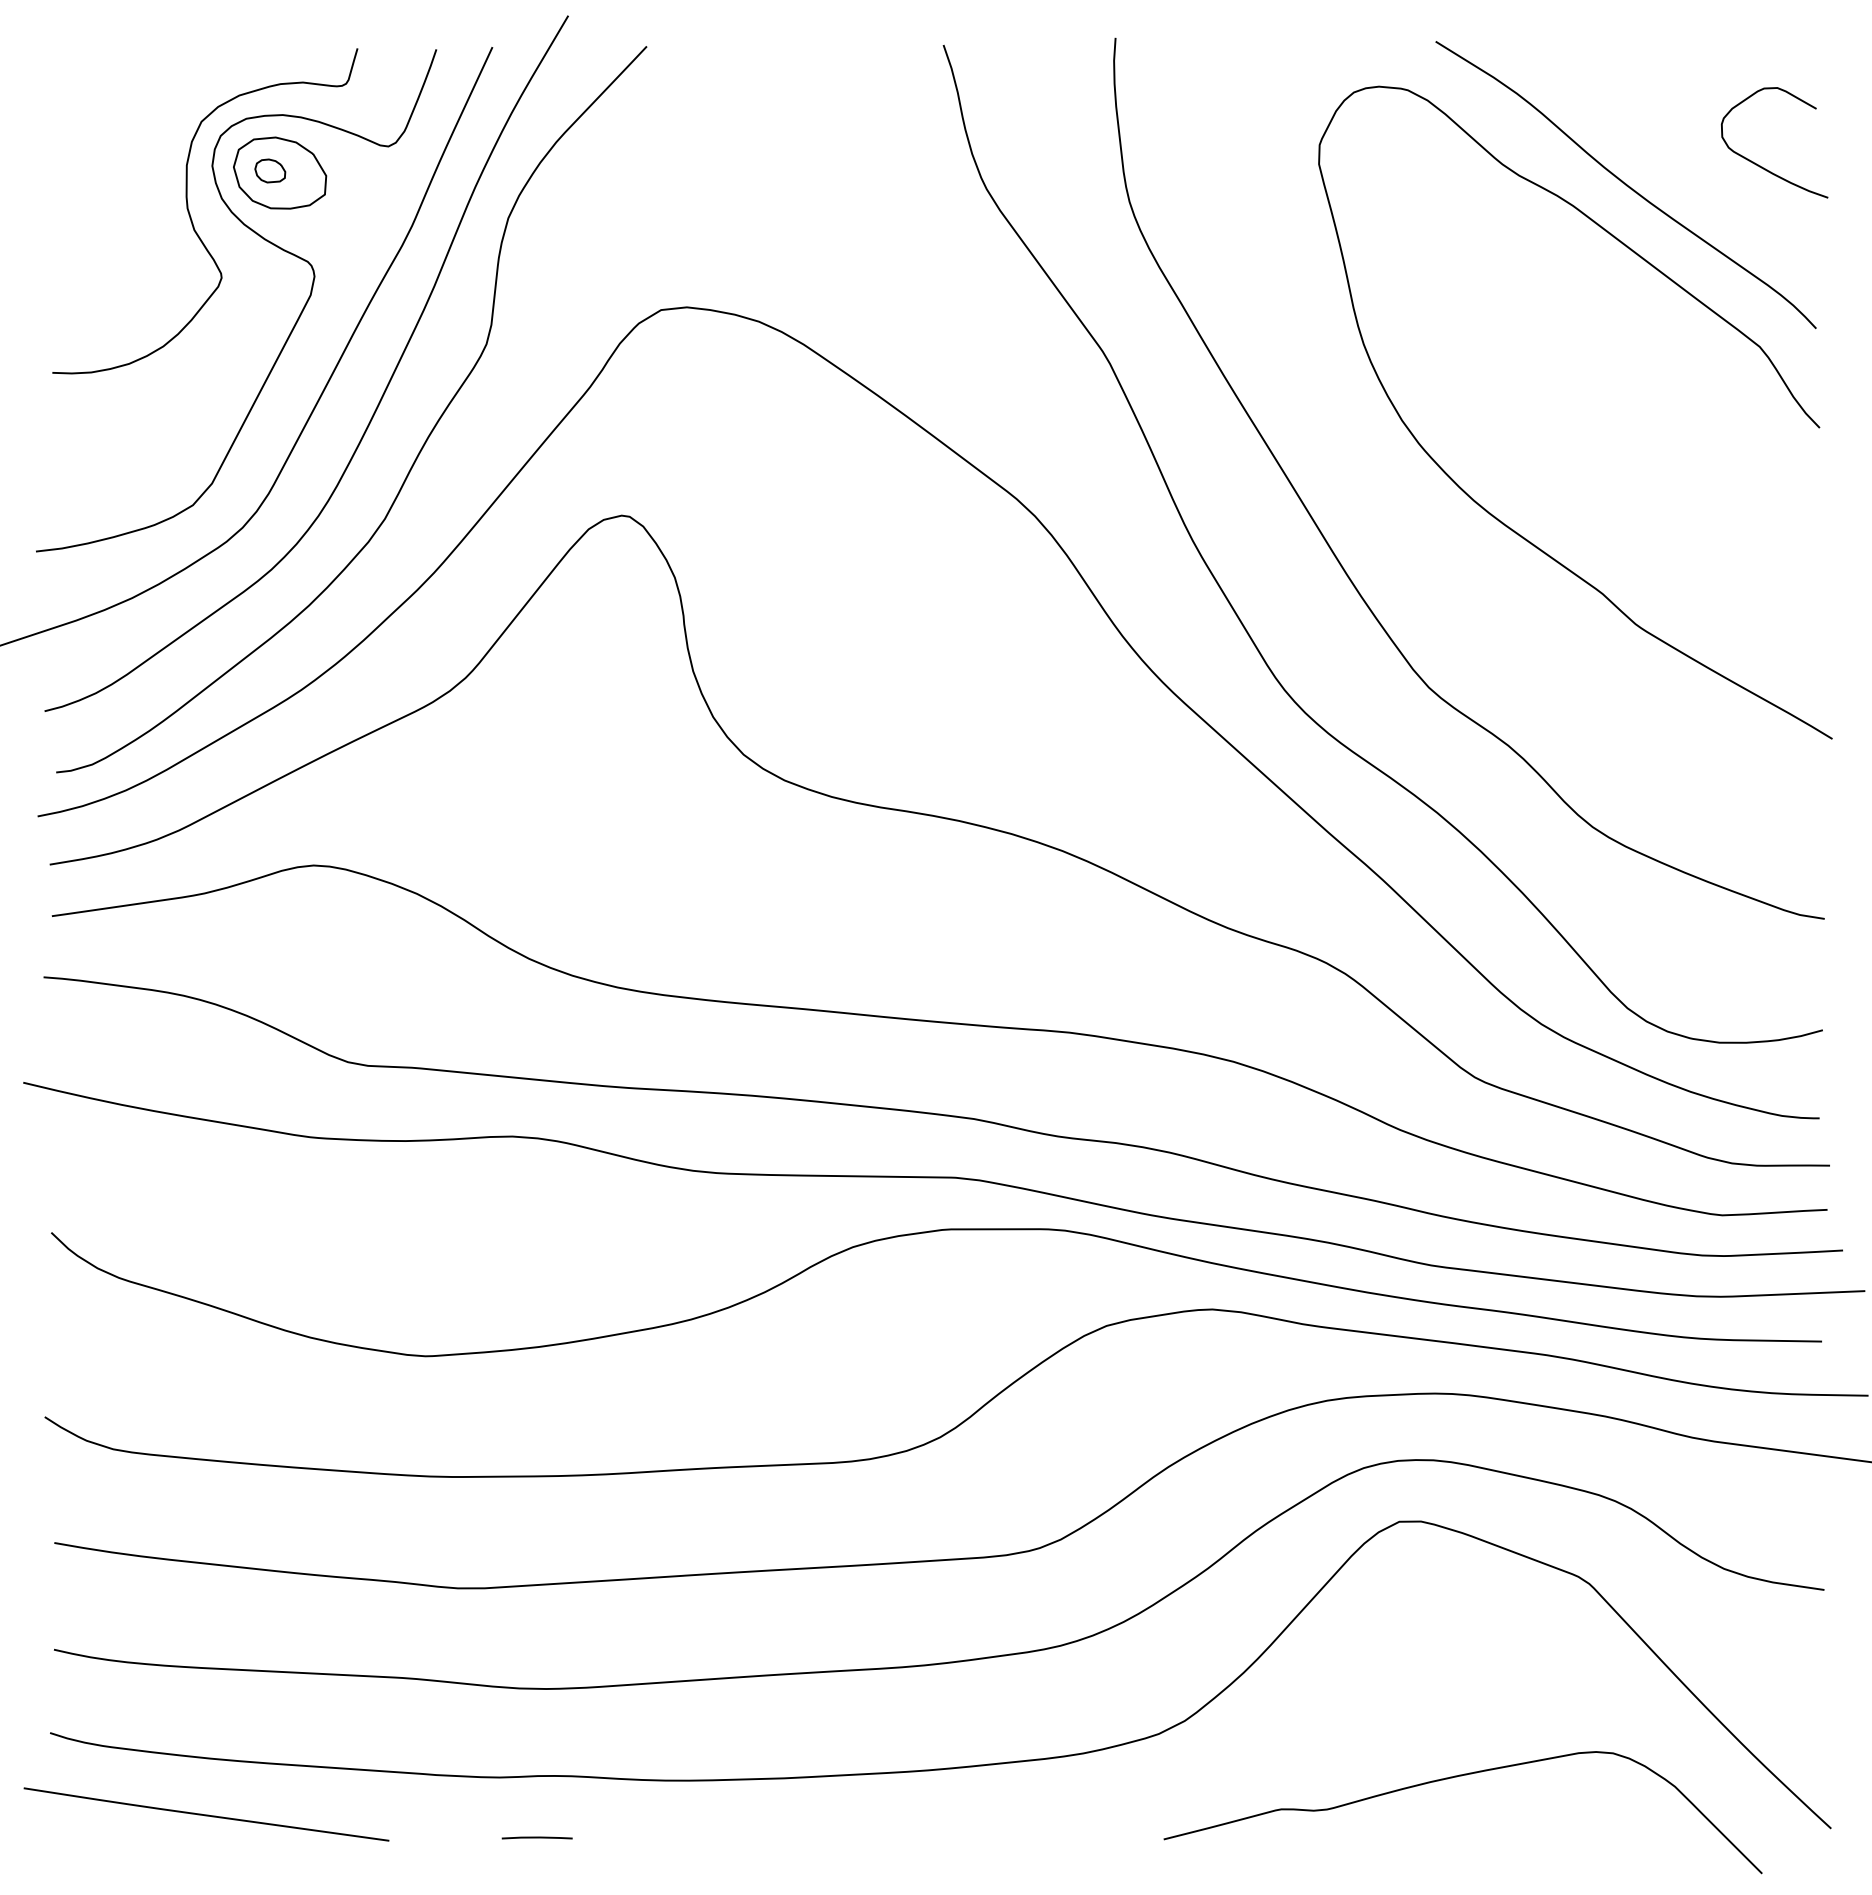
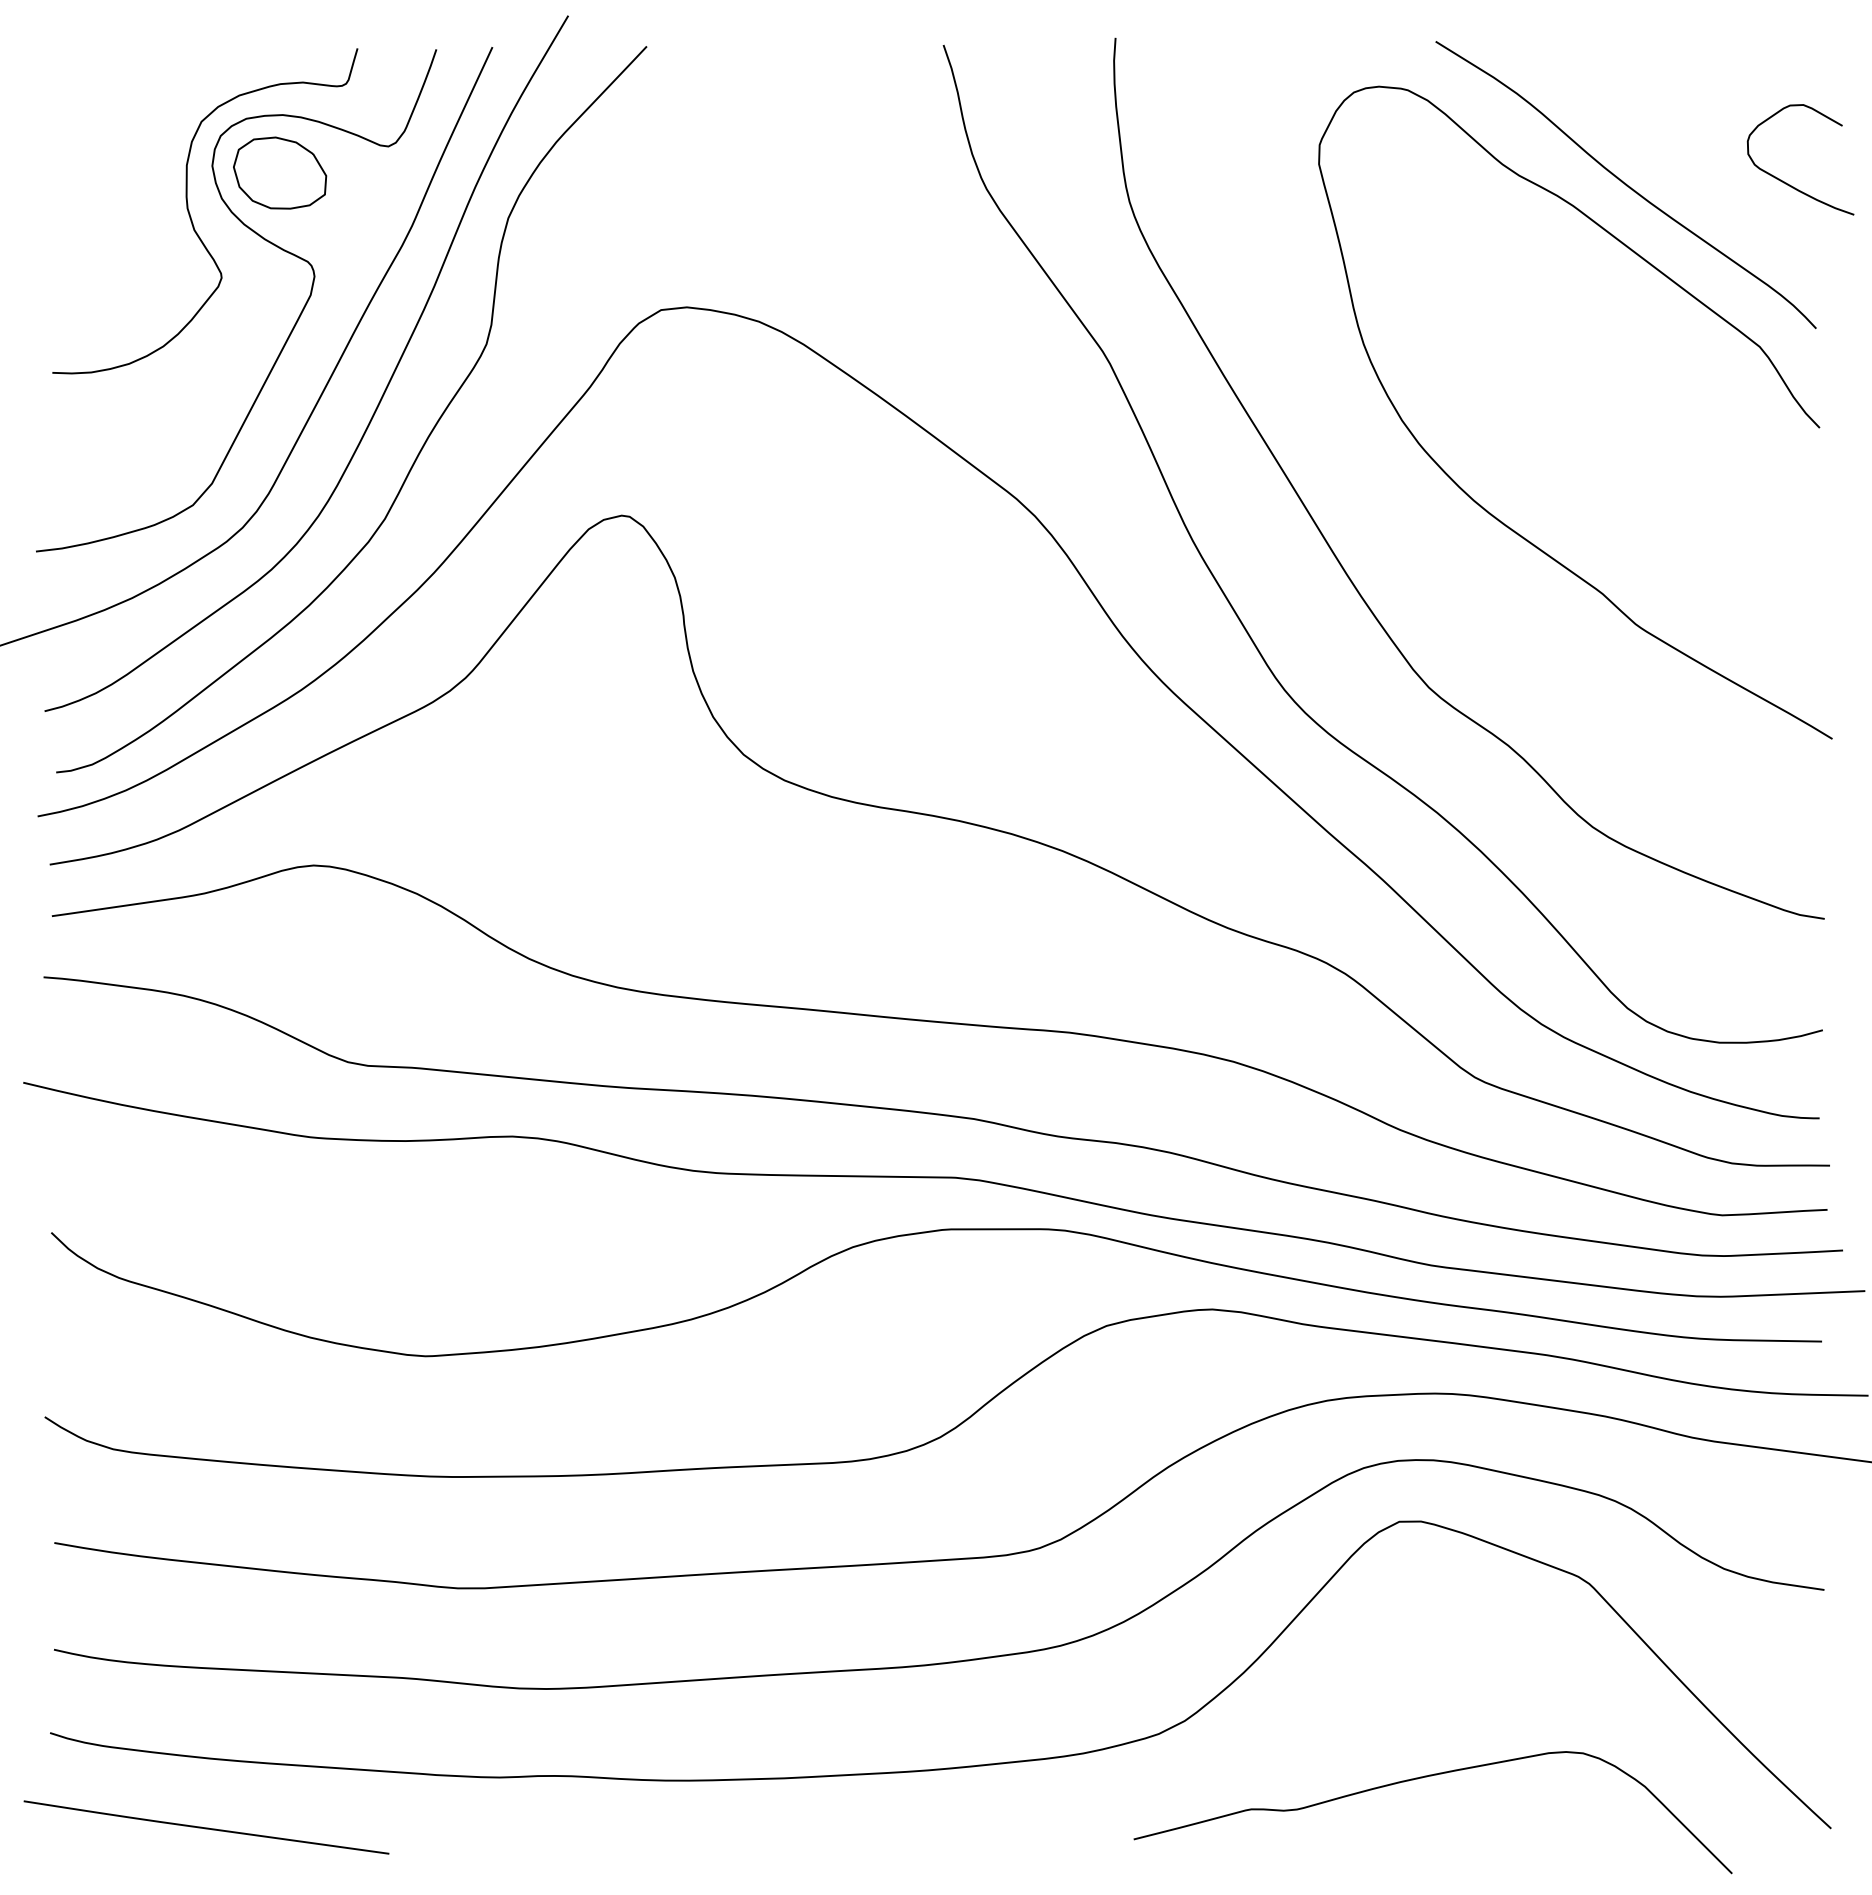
curve at (1762, 166) position: (1762, 166) -> (1788, 183)
part at (270, 170): present -> none
curve at (1457, 1777) position: (1457, 1777) -> (1427, 1777)
curve at (206, 1814) position: (206, 1814) -> (206, 1827)
line at (536, 1837): present -> none
